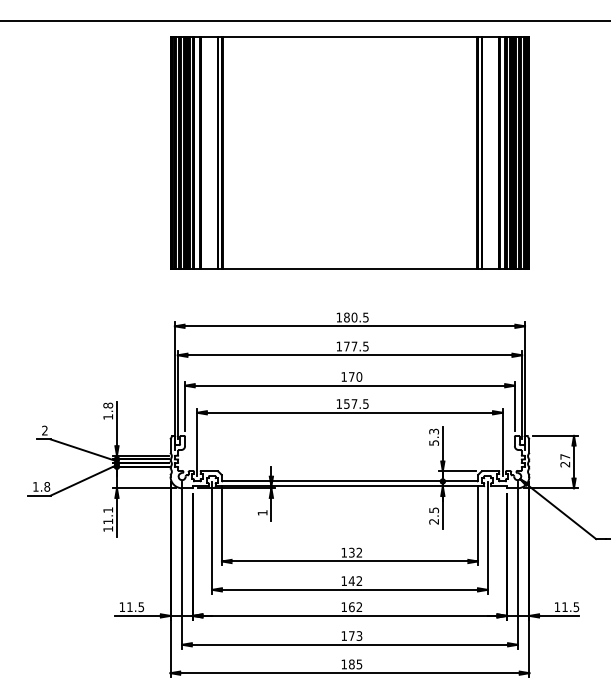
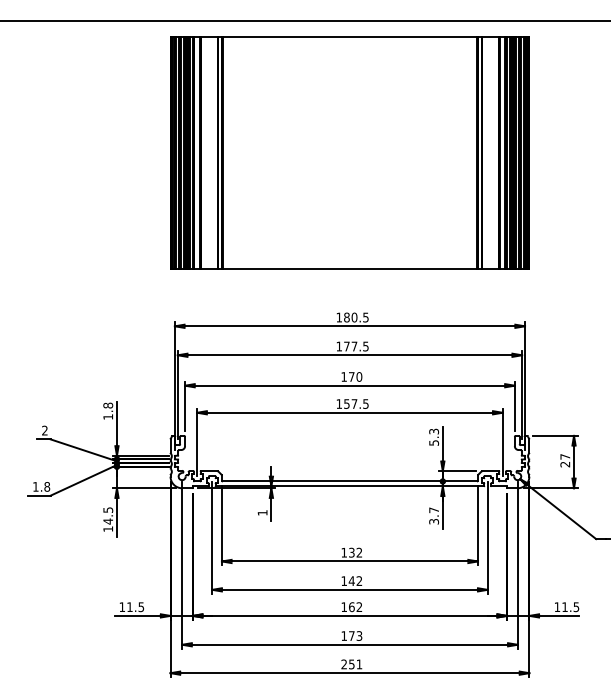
text at (108, 515): 11.1 -> 14.5
text at (434, 515): 2.5 -> 3.7
text at (351, 664): 185 -> 251
